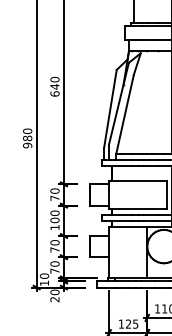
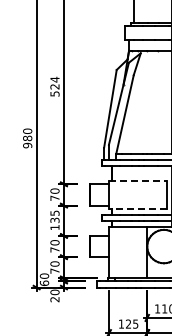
text at (54, 86): 640 -> 524
line at (138, 181): solid -> dashed
line at (138, 208): solid -> dashed
text at (54, 216): 100 -> 135
text at (44, 283): 10 -> 60
